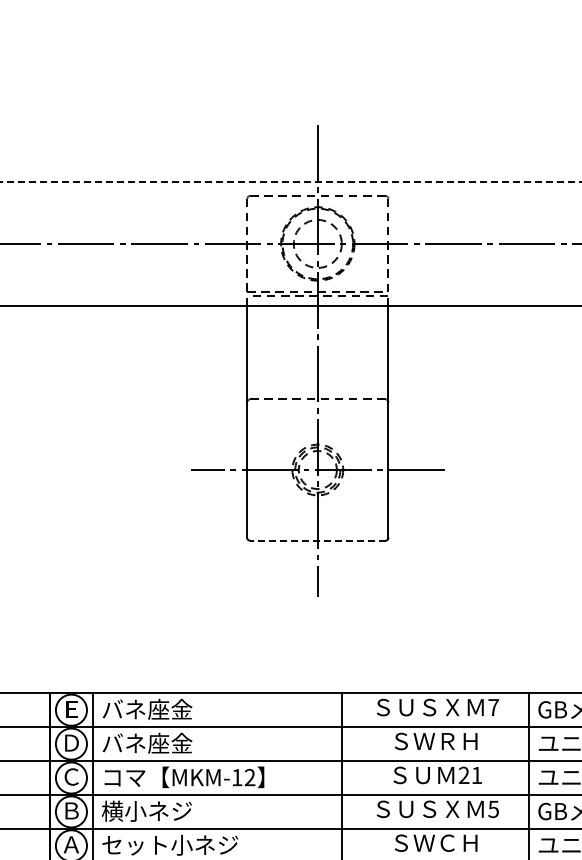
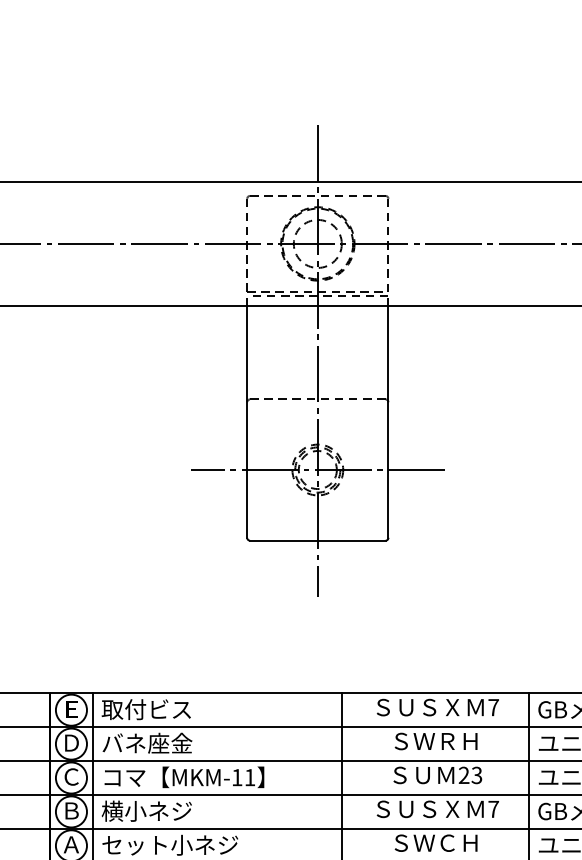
line at (290, 181): dashed -> solid
line at (317, 540): dashed -> solid
text at (146, 709): バネ座金 -> 取付ビス
text at (476, 775): 21 -> 23
text at (249, 777): MKM-12 -> MKM-11
text at (493, 809): 5 -> 7
